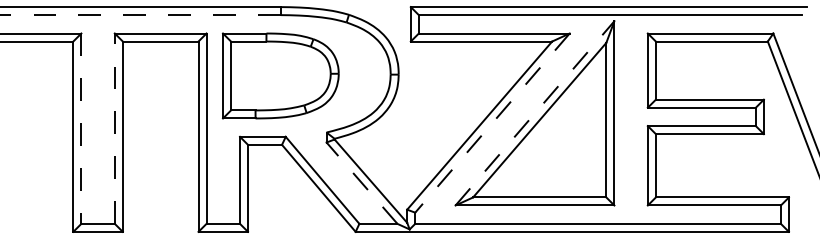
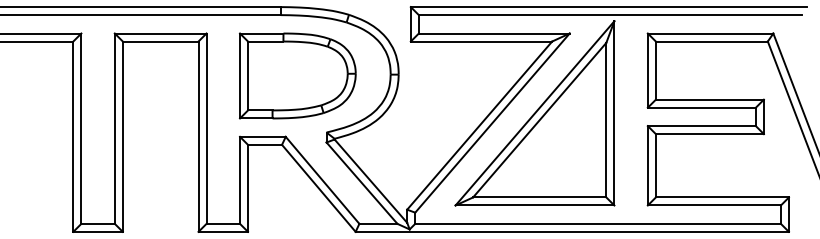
line at (139, 15): dashed -> solid
part at (280, 75) position: (280, 75) -> (297, 75)
line at (534, 113): dashed -> solid
line at (492, 123): dashed -> solid
line at (114, 128): dashed -> solid
line at (81, 129): dashed -> solid
line at (362, 183): dashed -> solid
